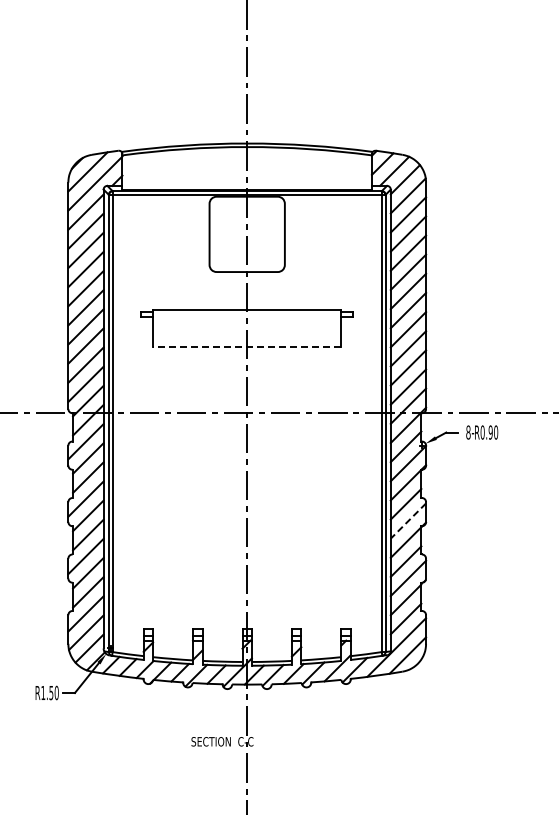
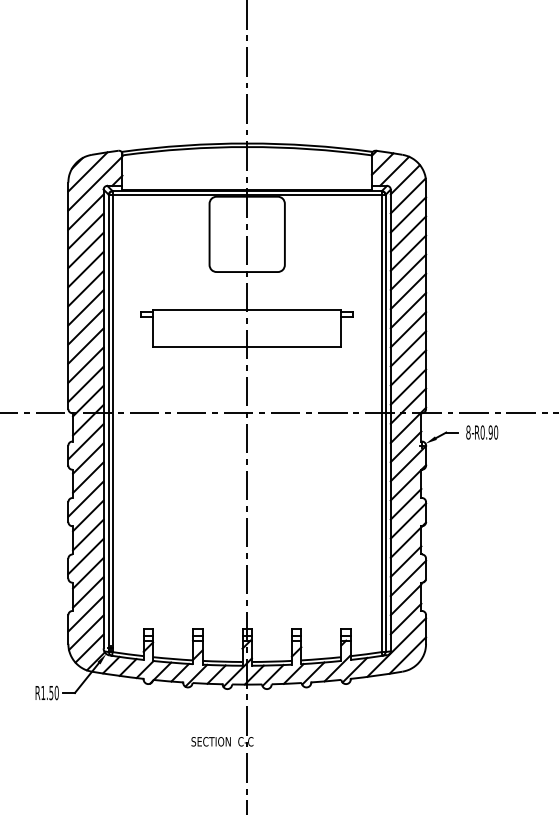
line at (246, 347): dashed -> solid
line at (408, 521): dashed -> solid
